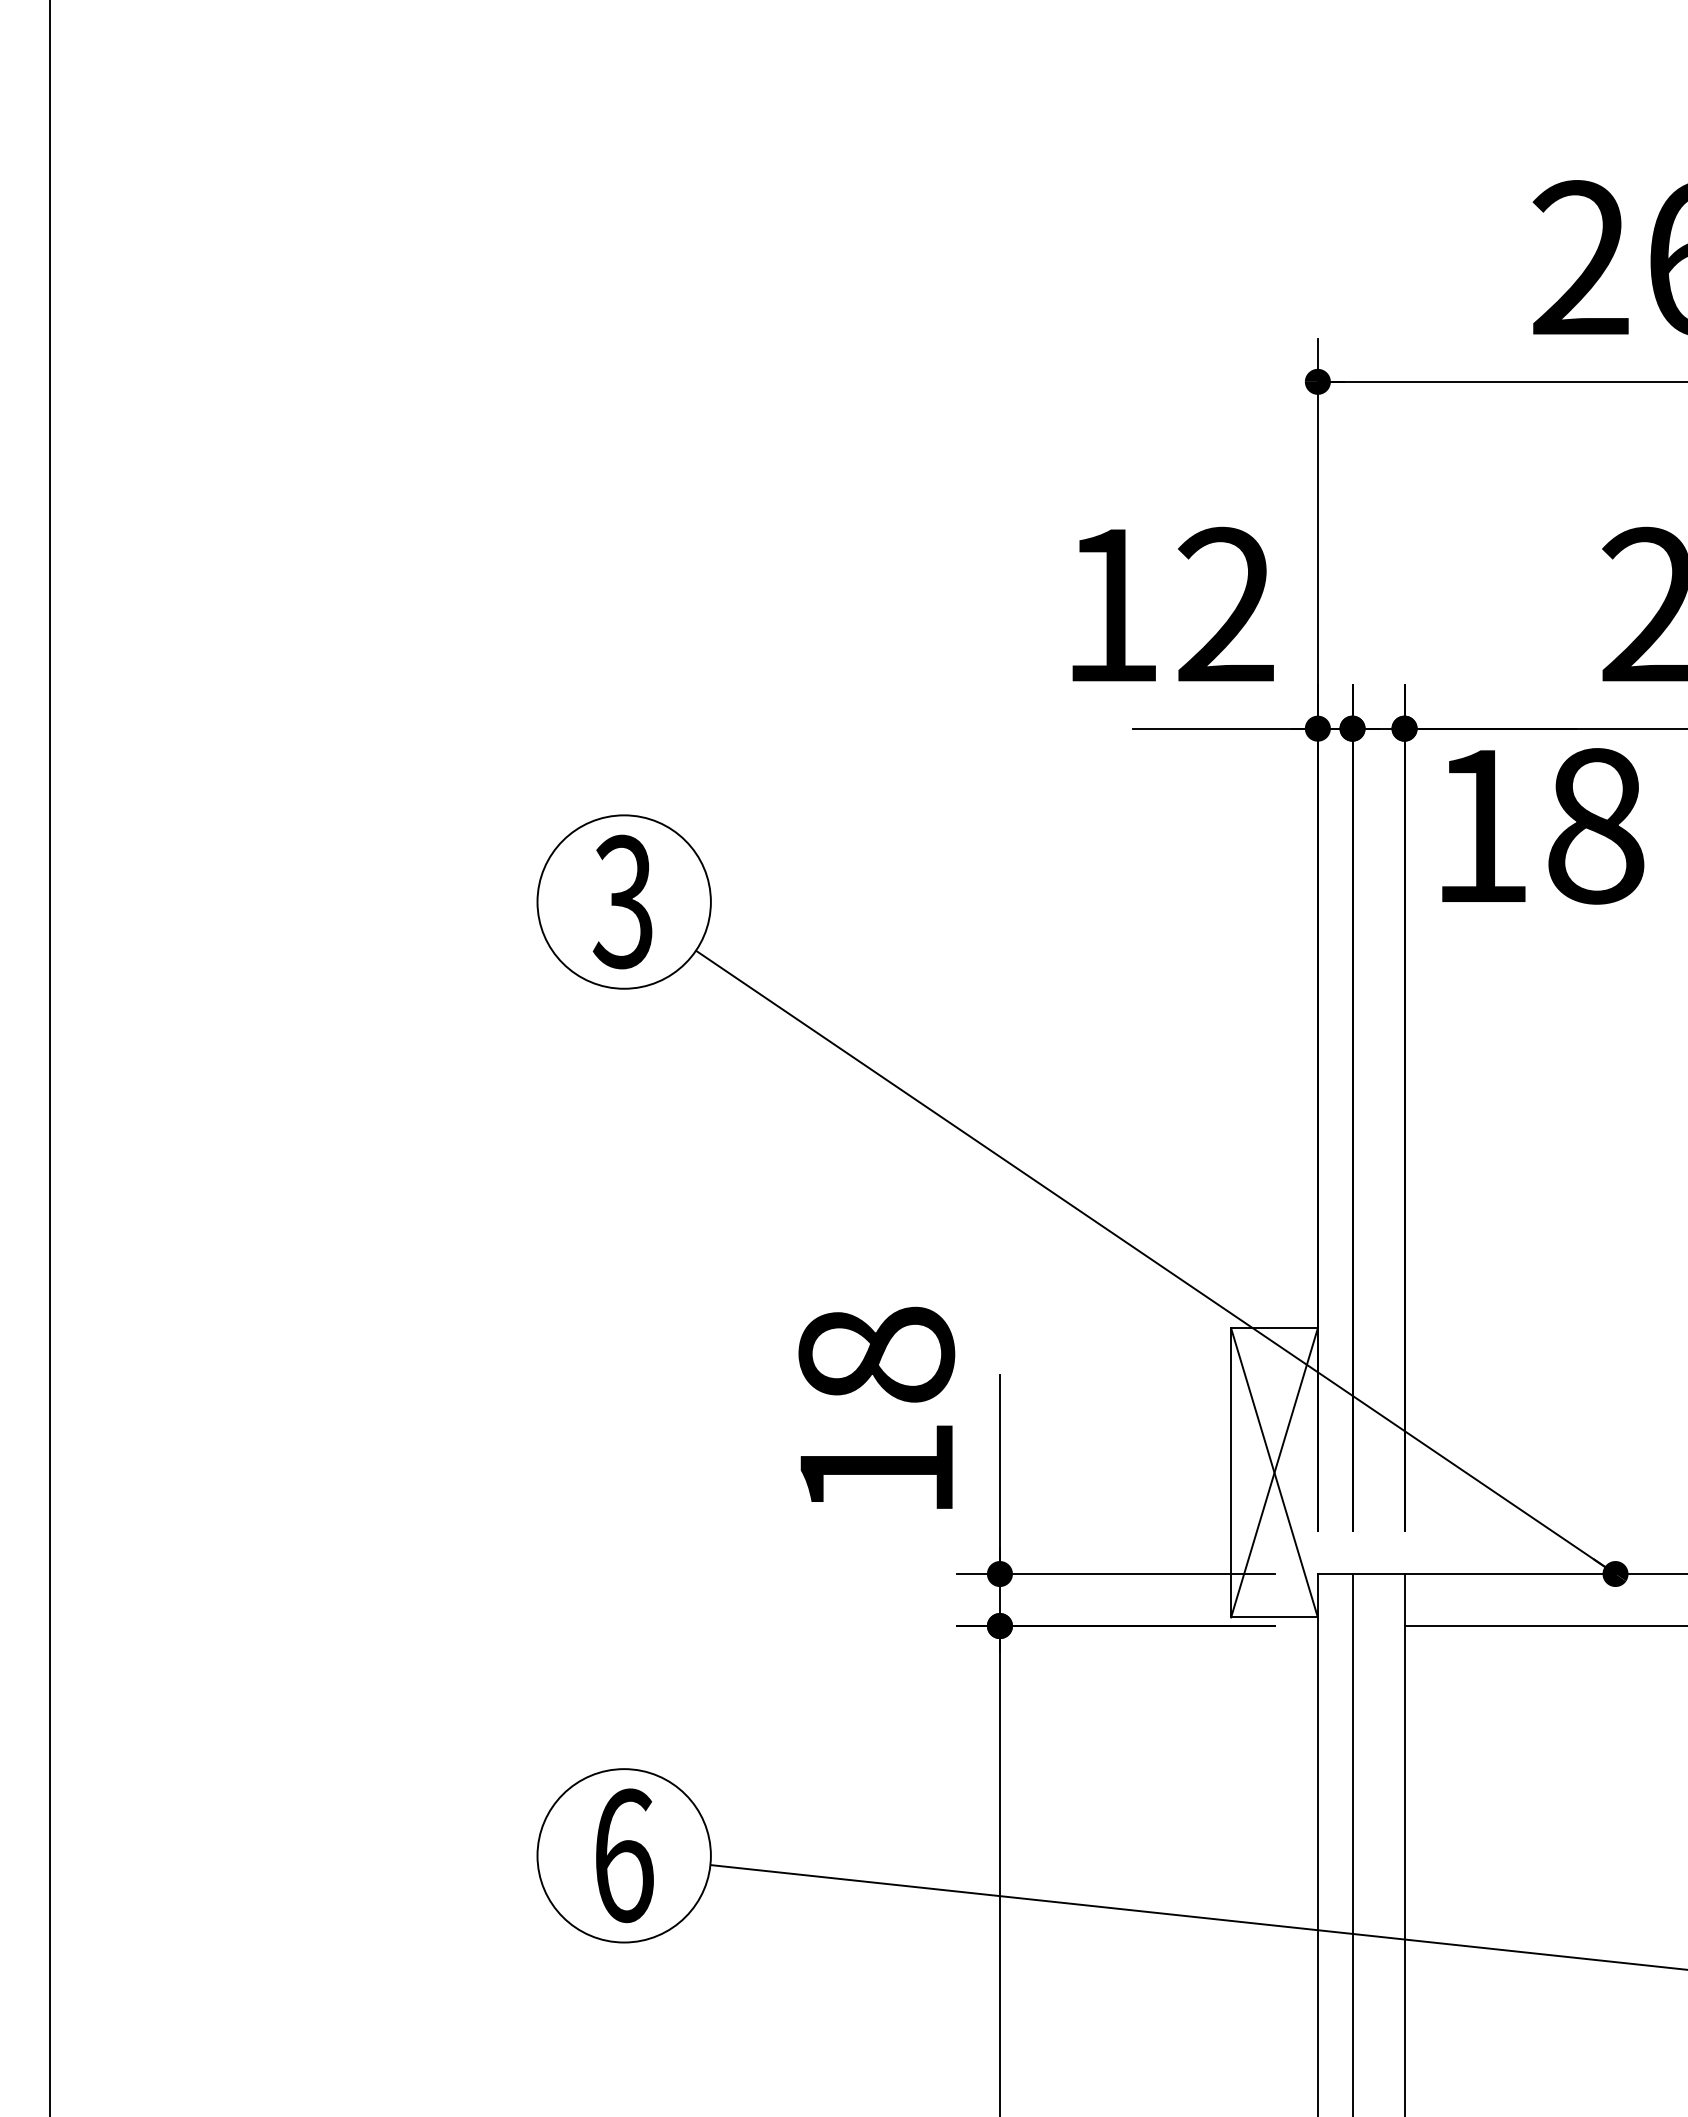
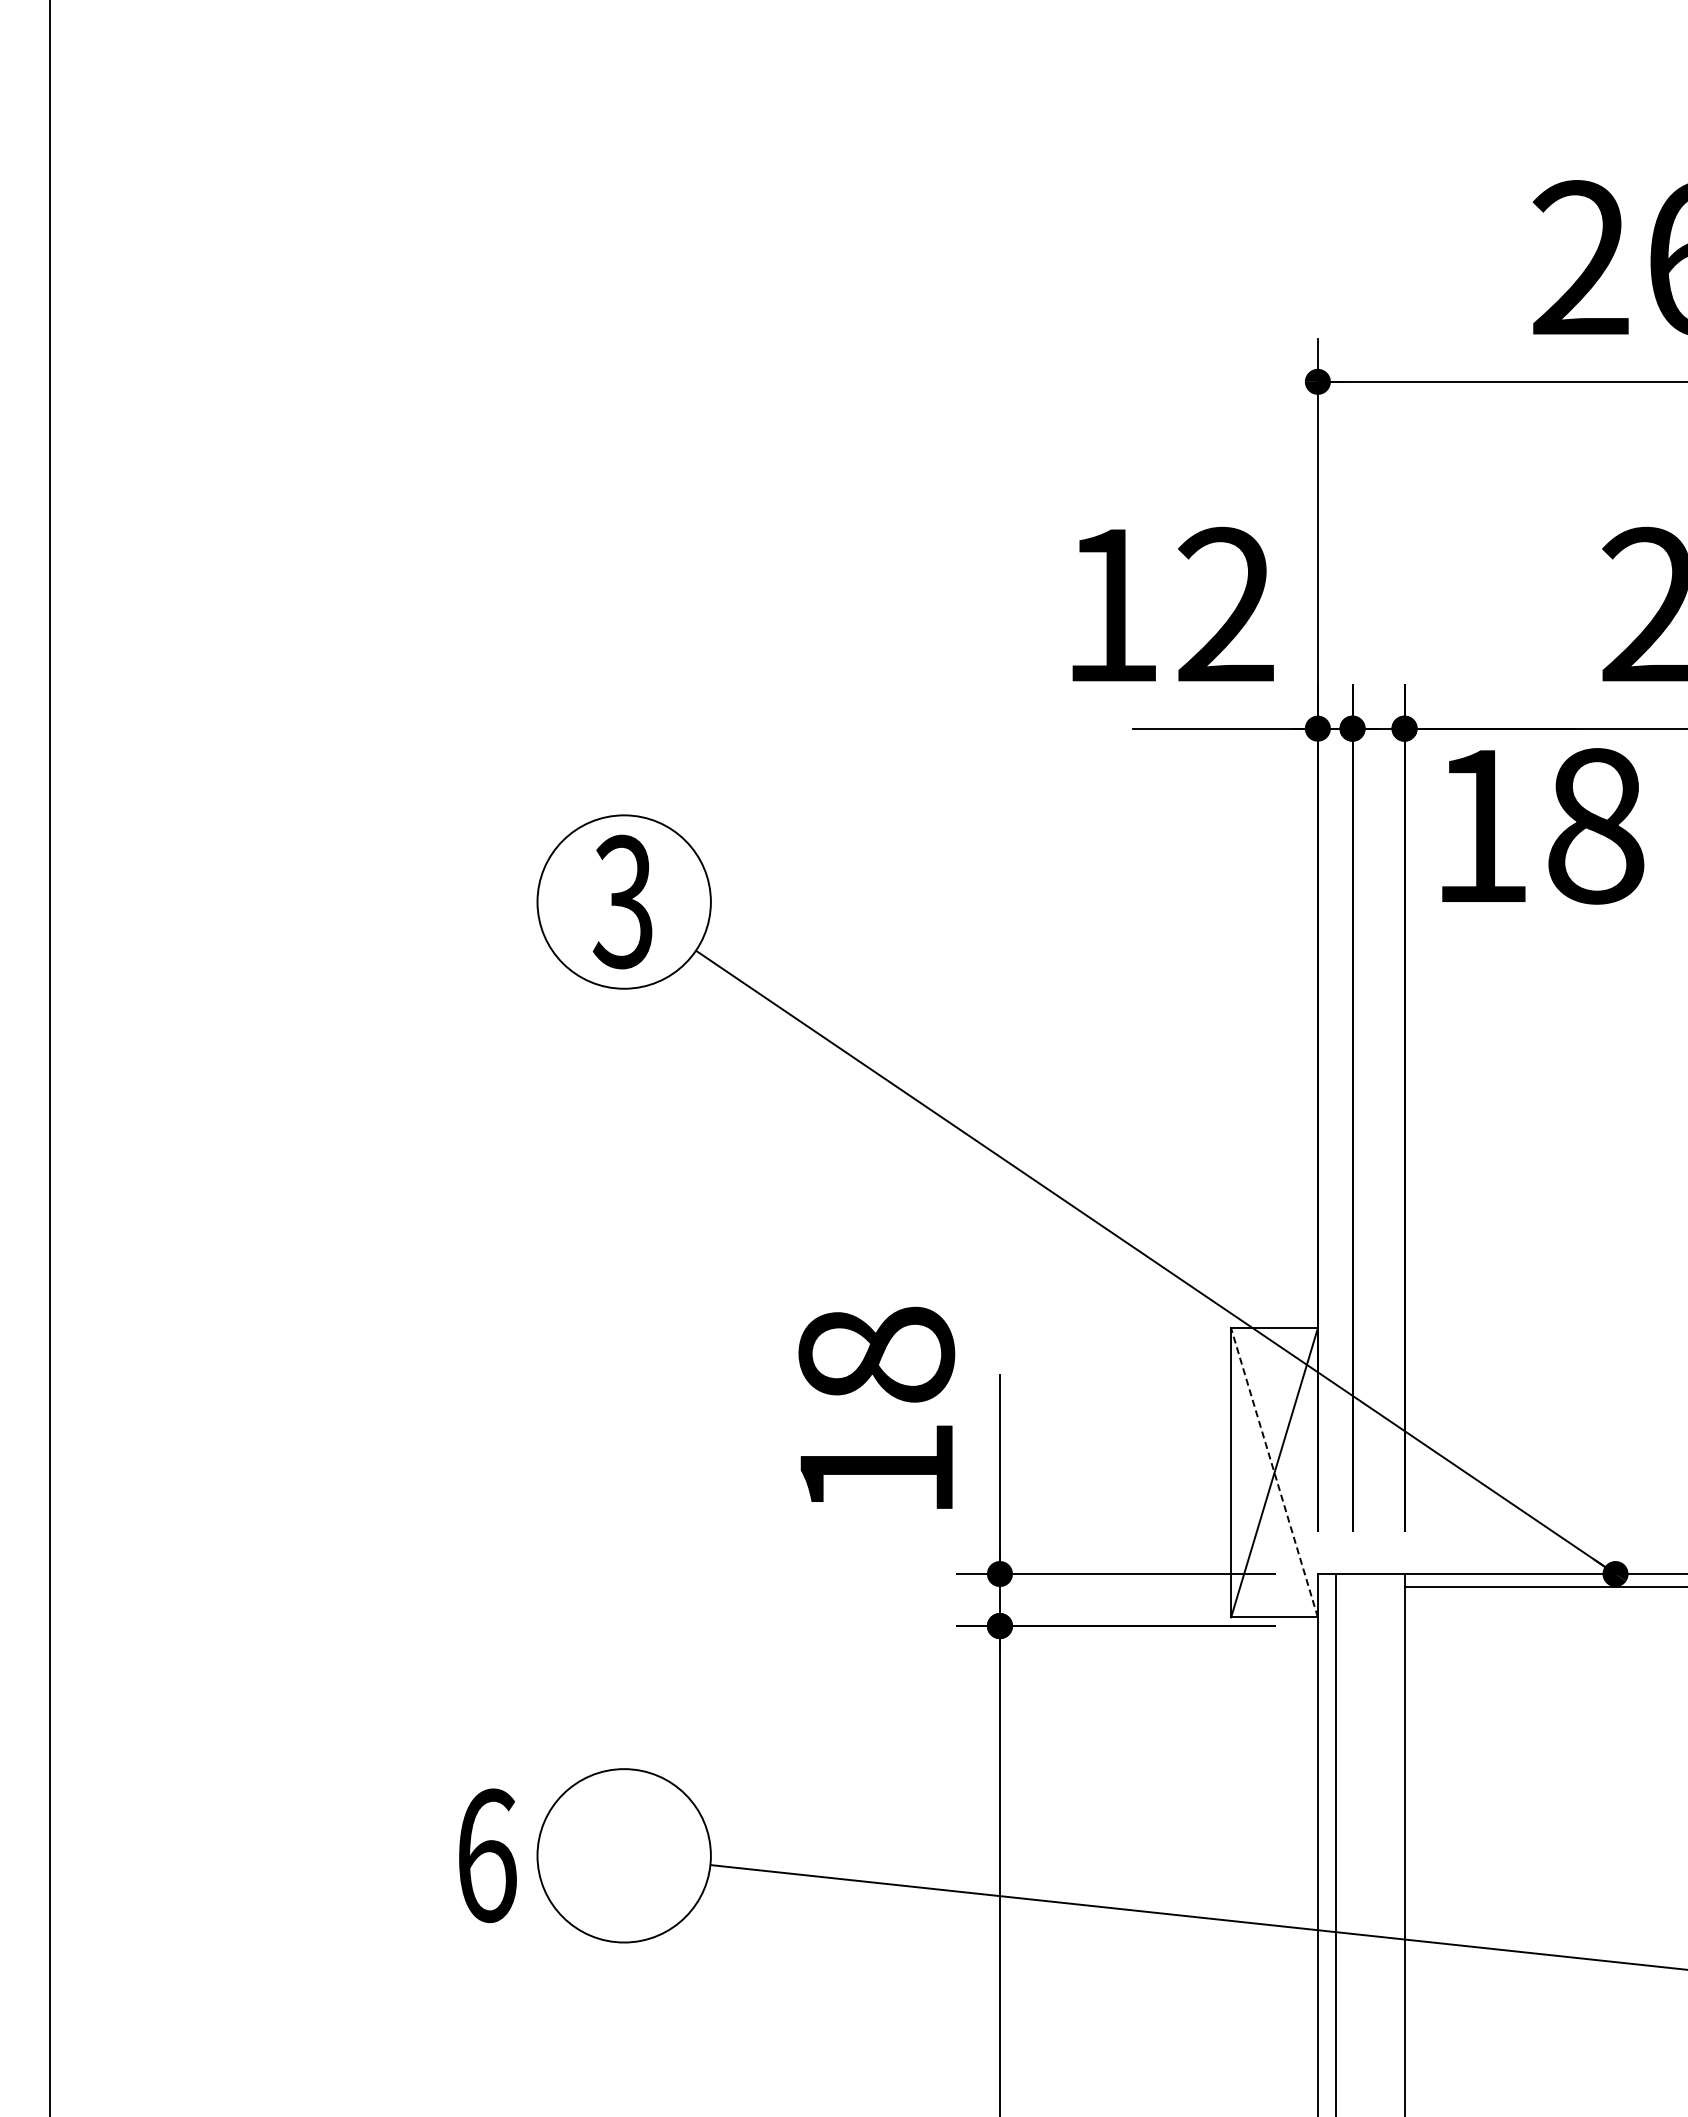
line at (1274, 1472): solid -> dashed
line at (1544, 1626) position: (1544, 1626) -> (1544, 1587)
line at (1352, 1843) position: (1352, 1843) -> (1335, 1843)
text at (624, 1855) position: (624, 1855) -> (487, 1855)
